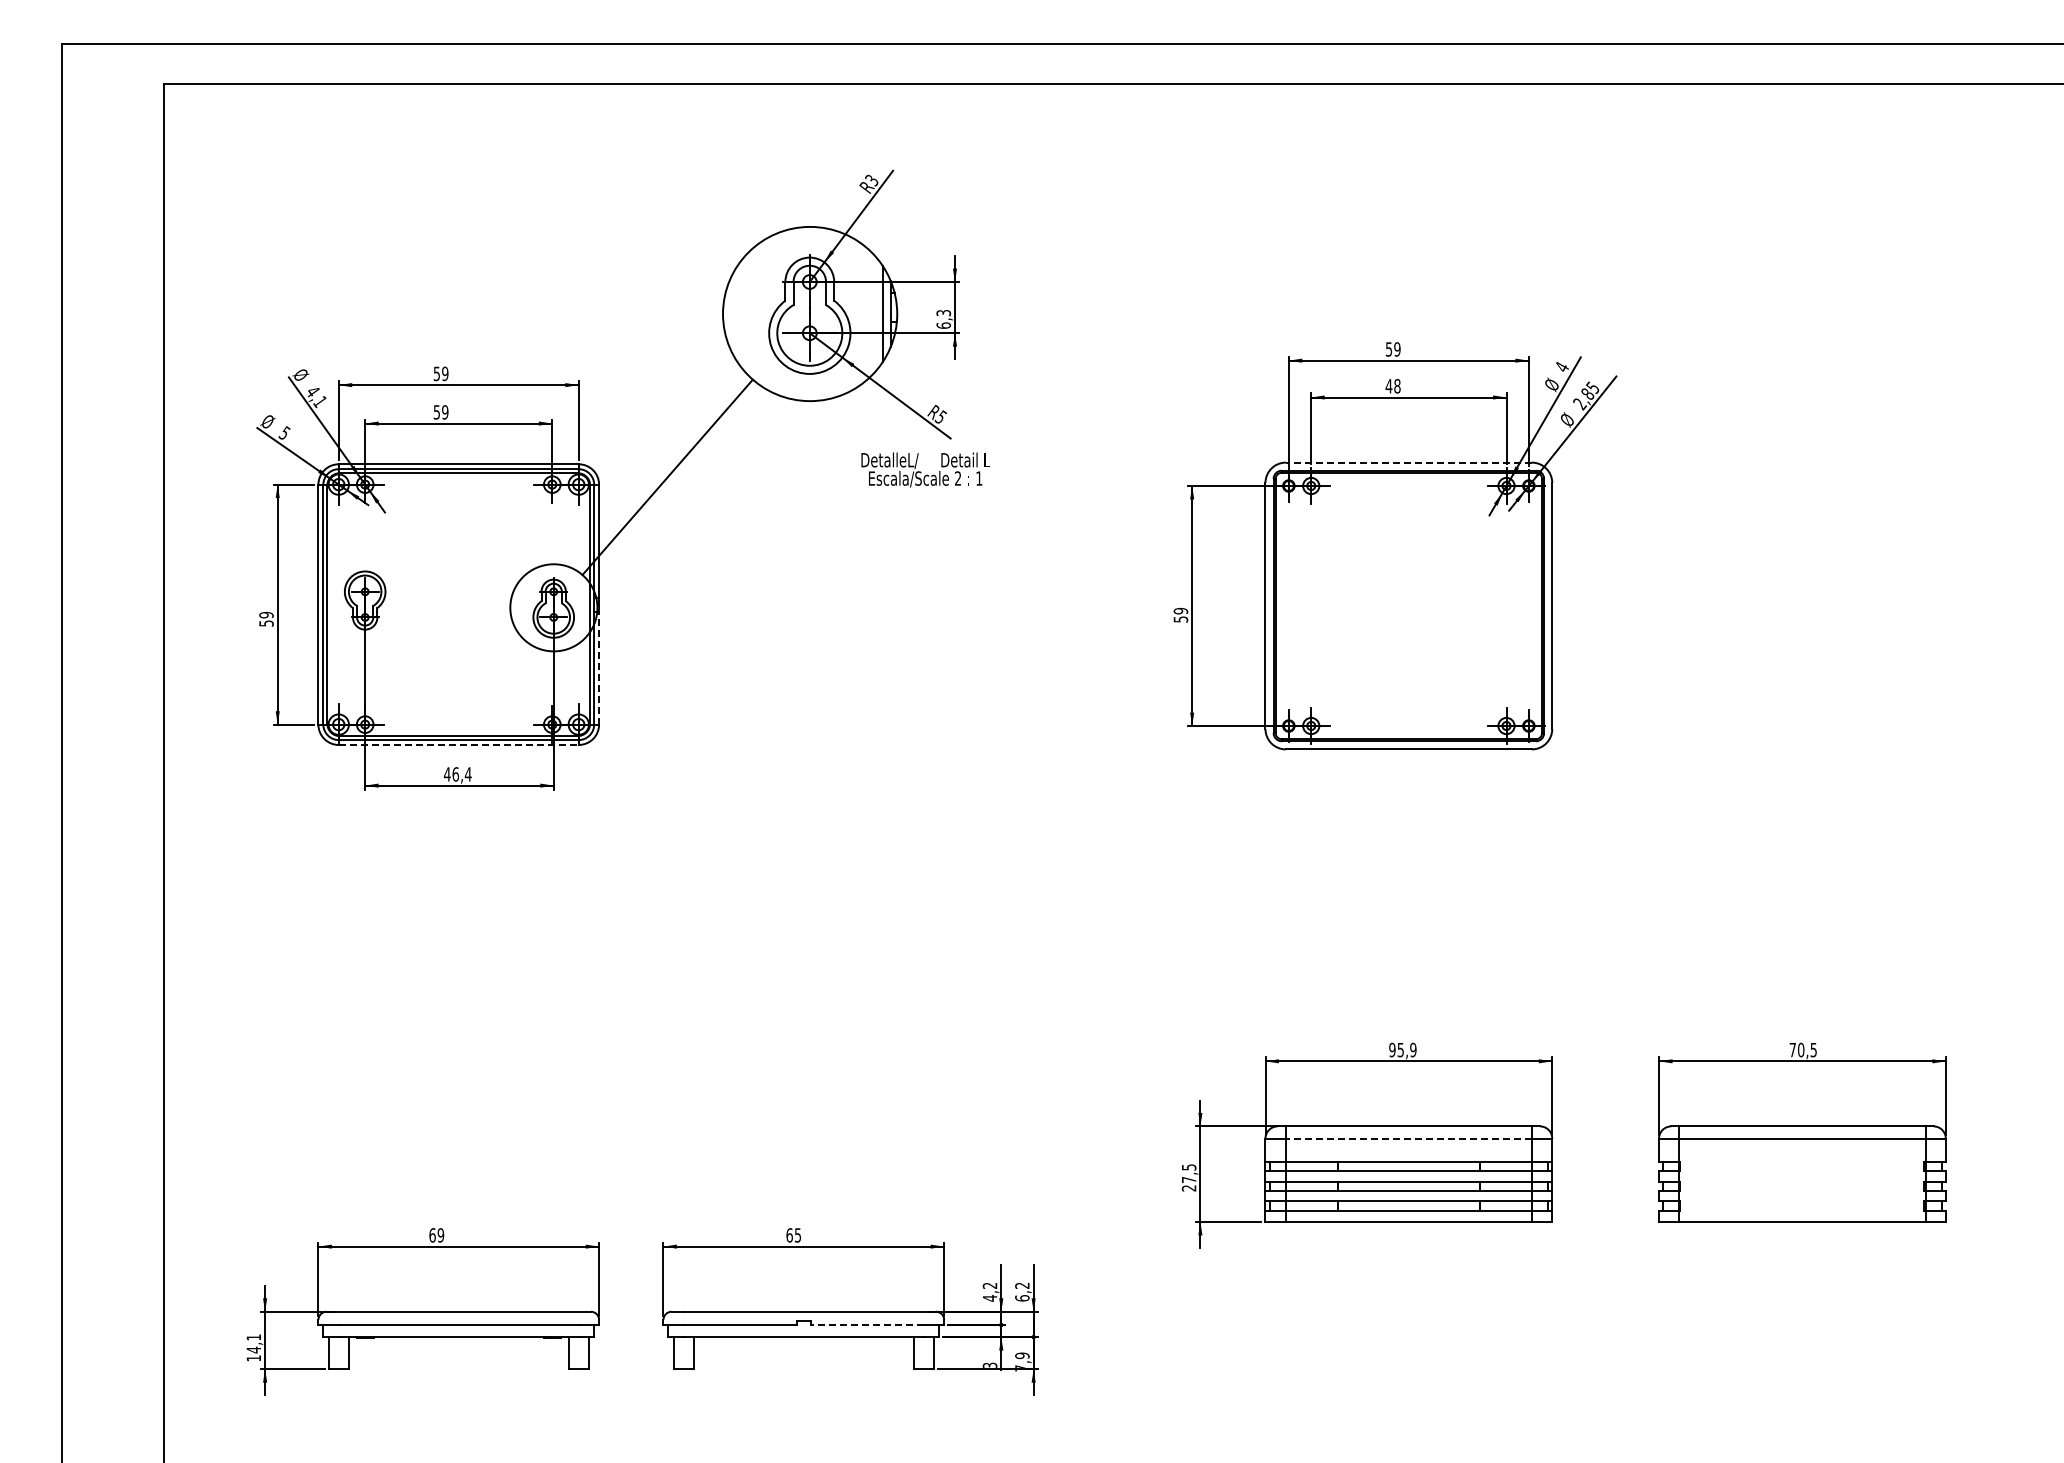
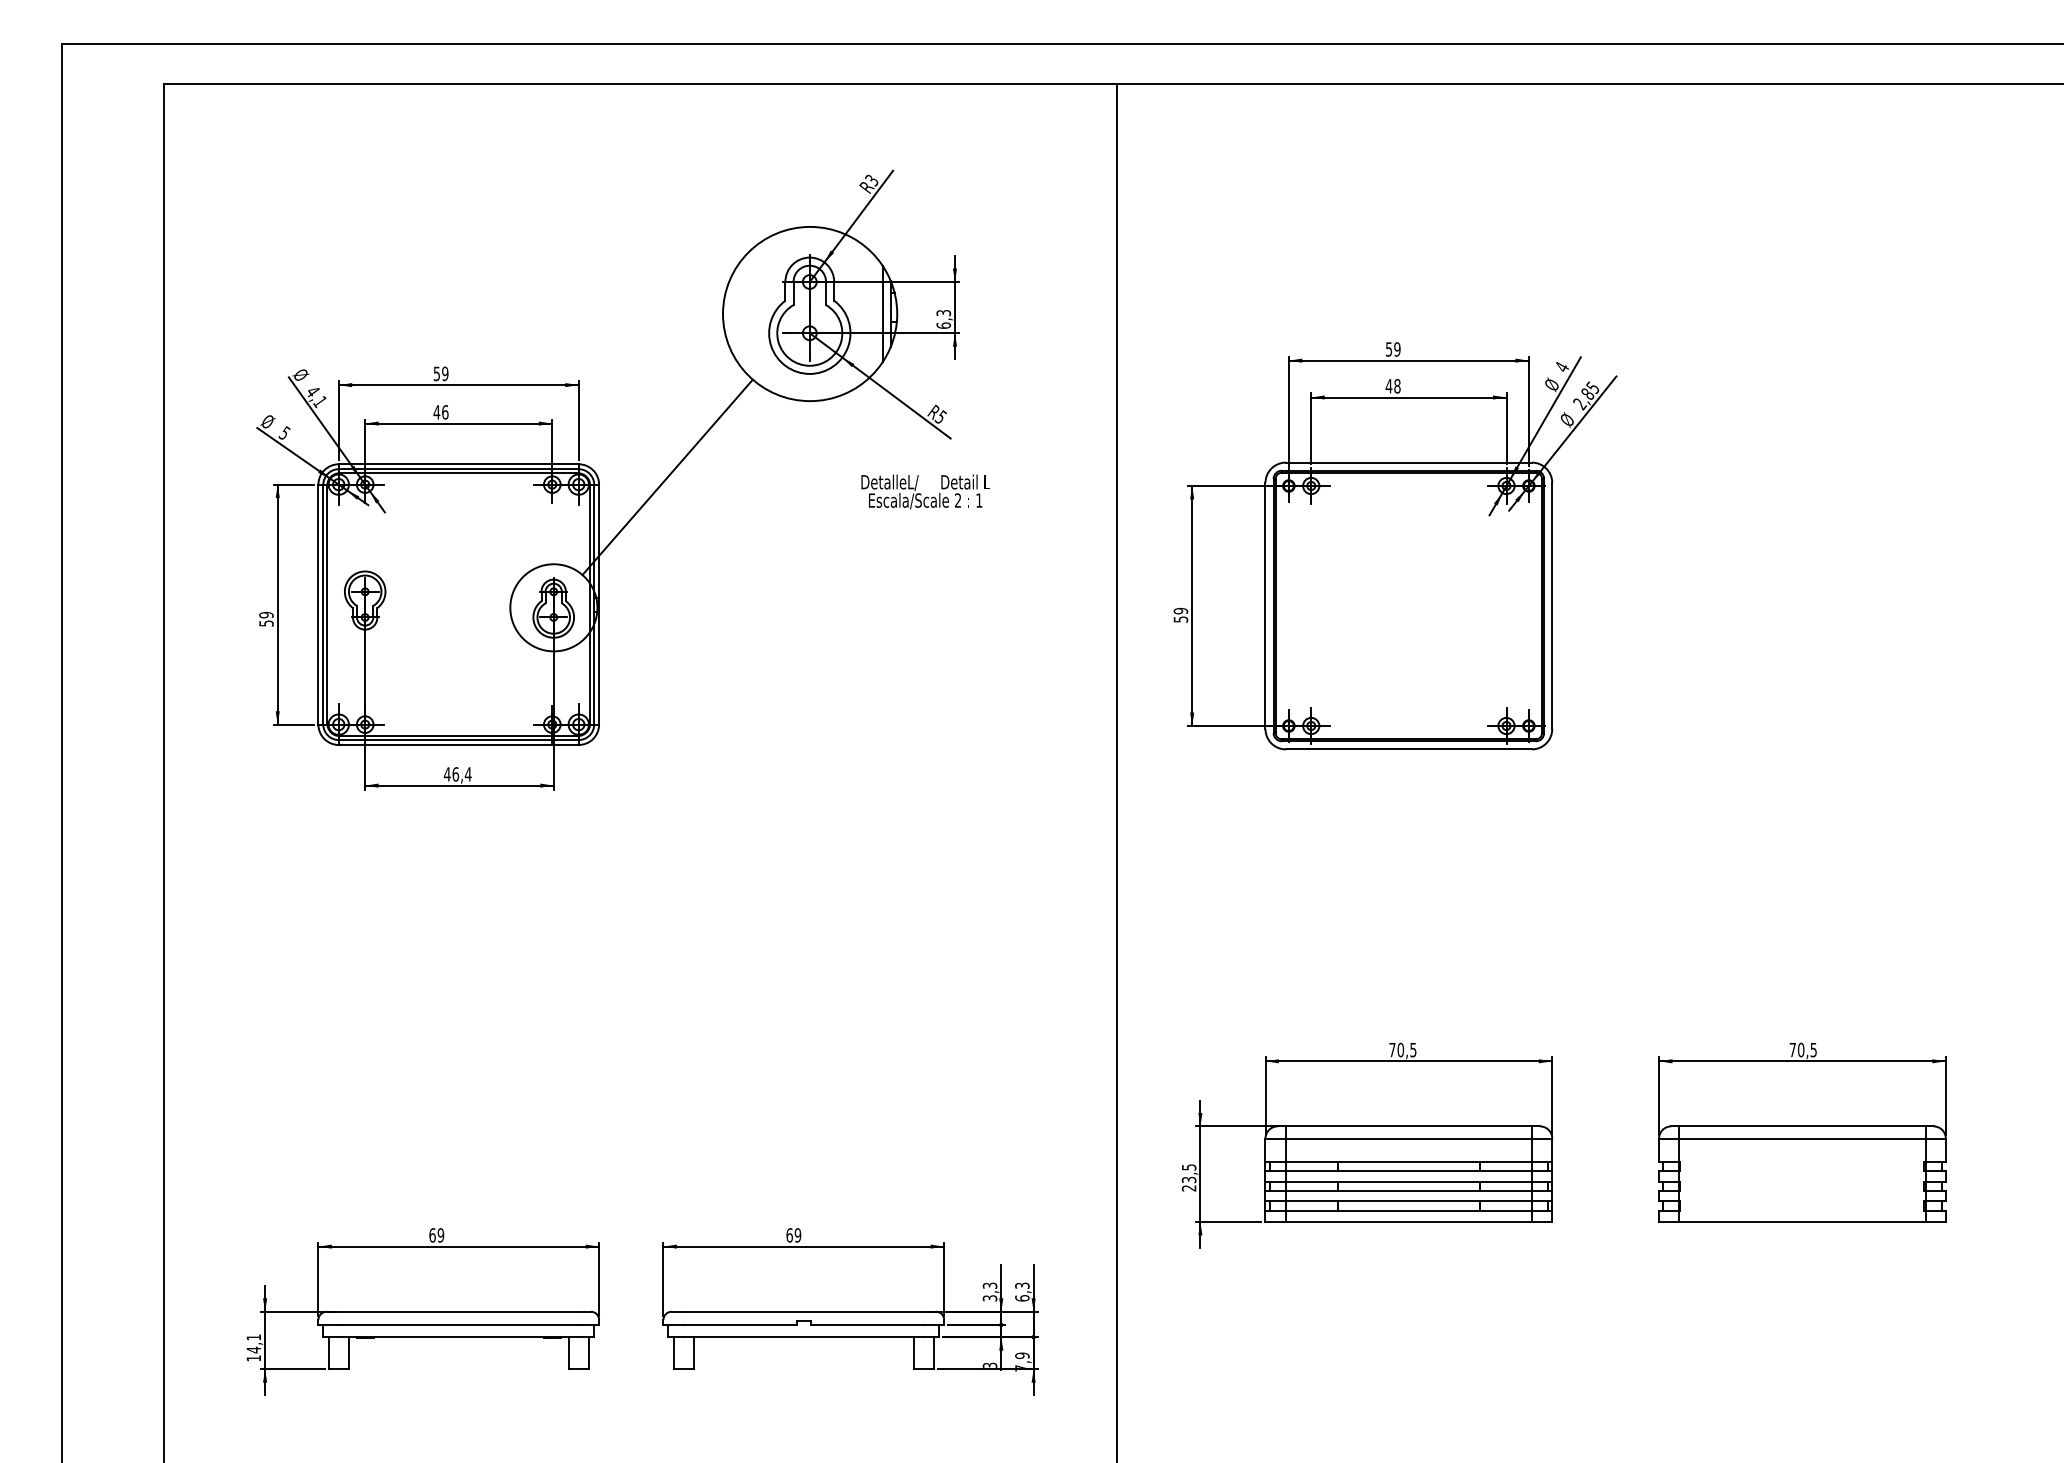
text at (440, 412): 59 -> 46
line at (1408, 462): dashed -> solid
text at (925, 469) position: (925, 469) -> (925, 491)
line at (599, 667): dashed -> solid
line at (459, 744): dashed -> solid
line at (1116, 771): none -> present
text at (1402, 1049): 95,9 -> 70,5
line at (1408, 1138): dashed -> solid
text at (1188, 1179): 27,5 -> 23,5
text at (797, 1235): 65 -> 69
text at (1022, 1285): 6,2 -> 6,3
text at (989, 1291): 4,2 -> 3,3
line at (866, 1324): dashed -> solid
